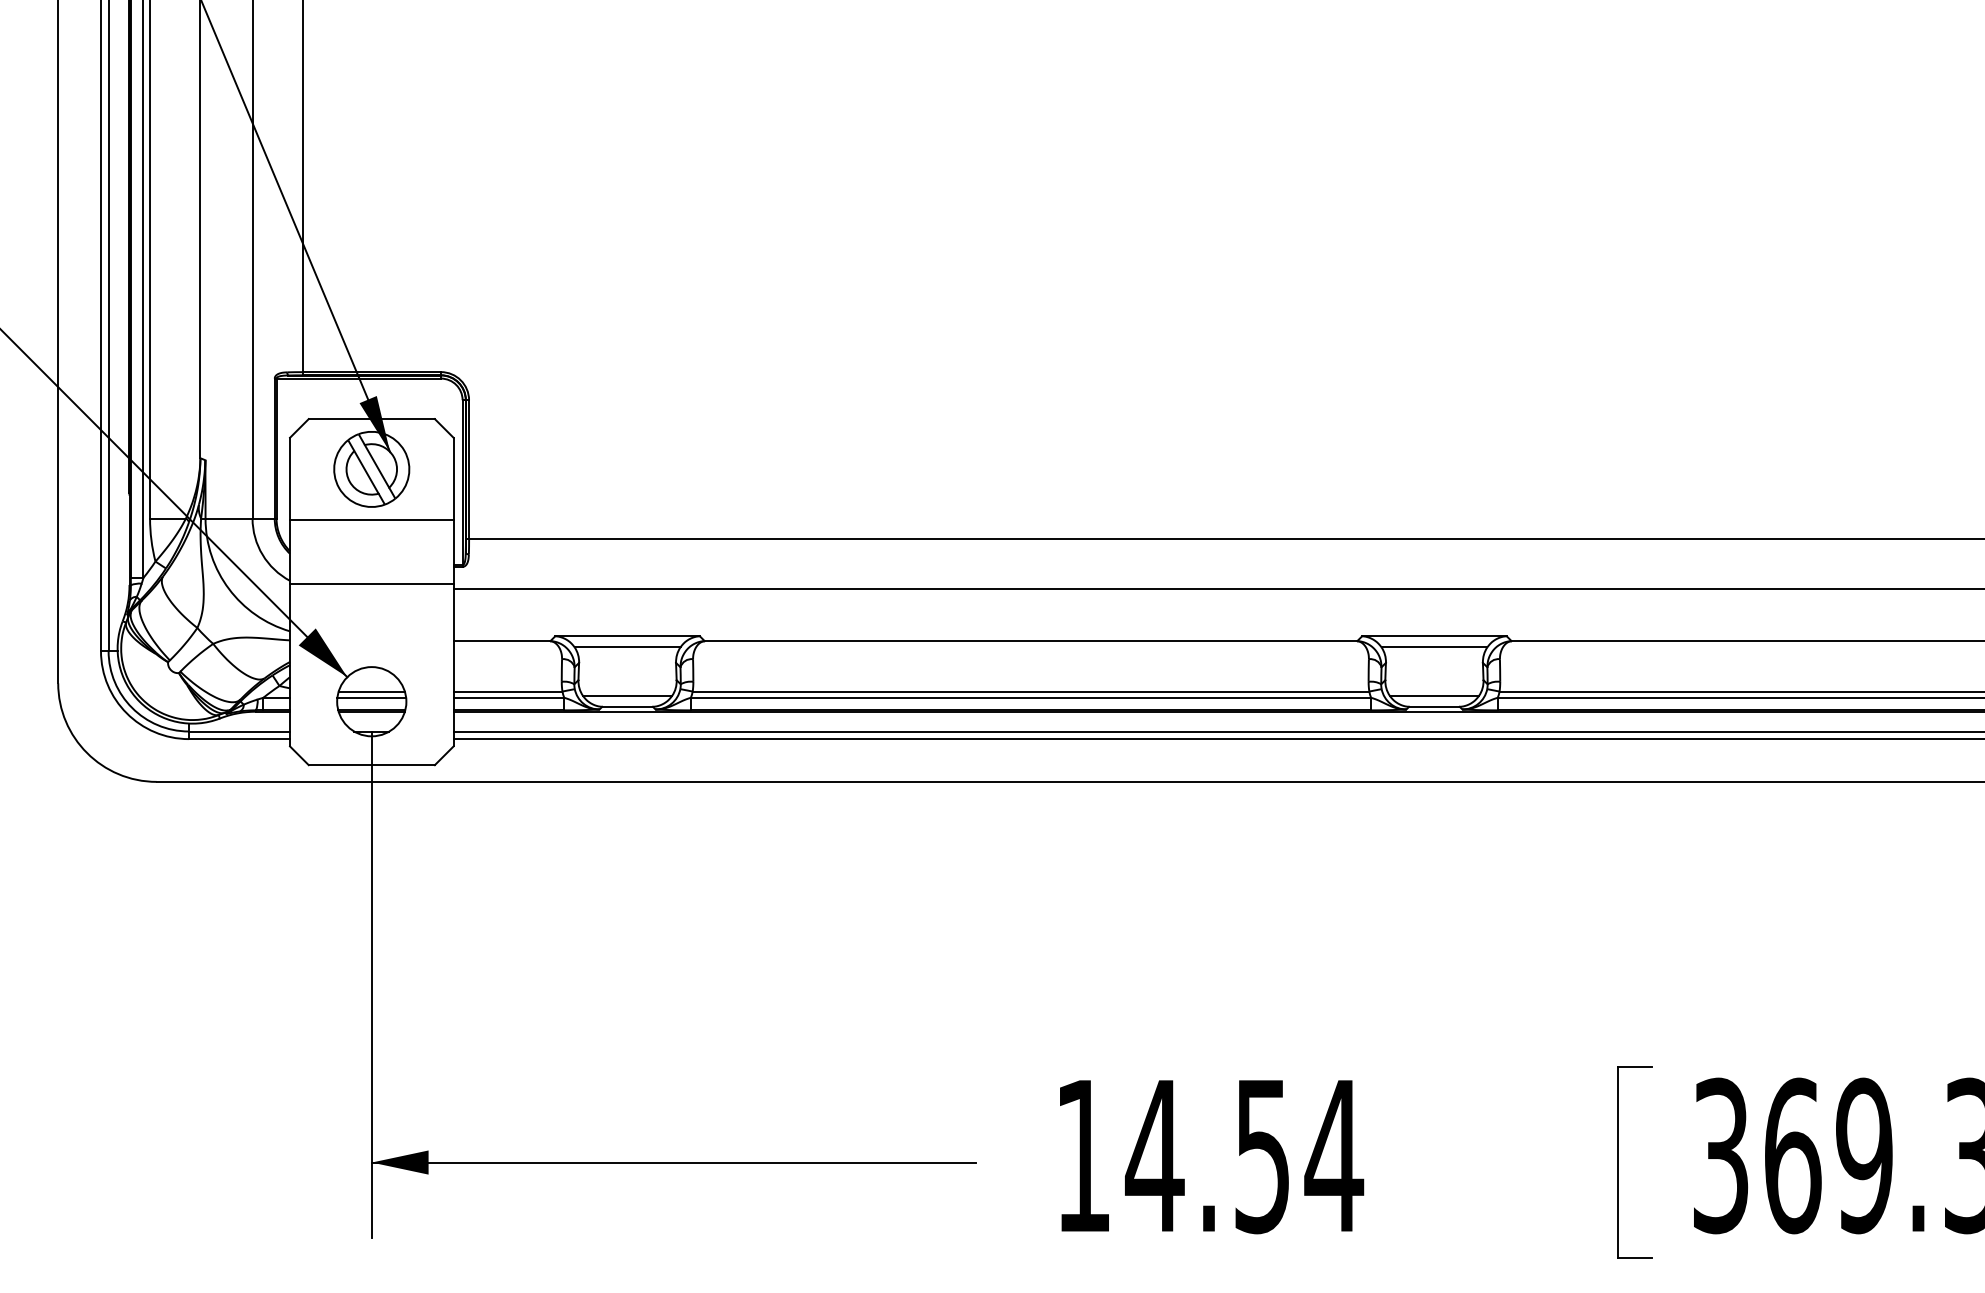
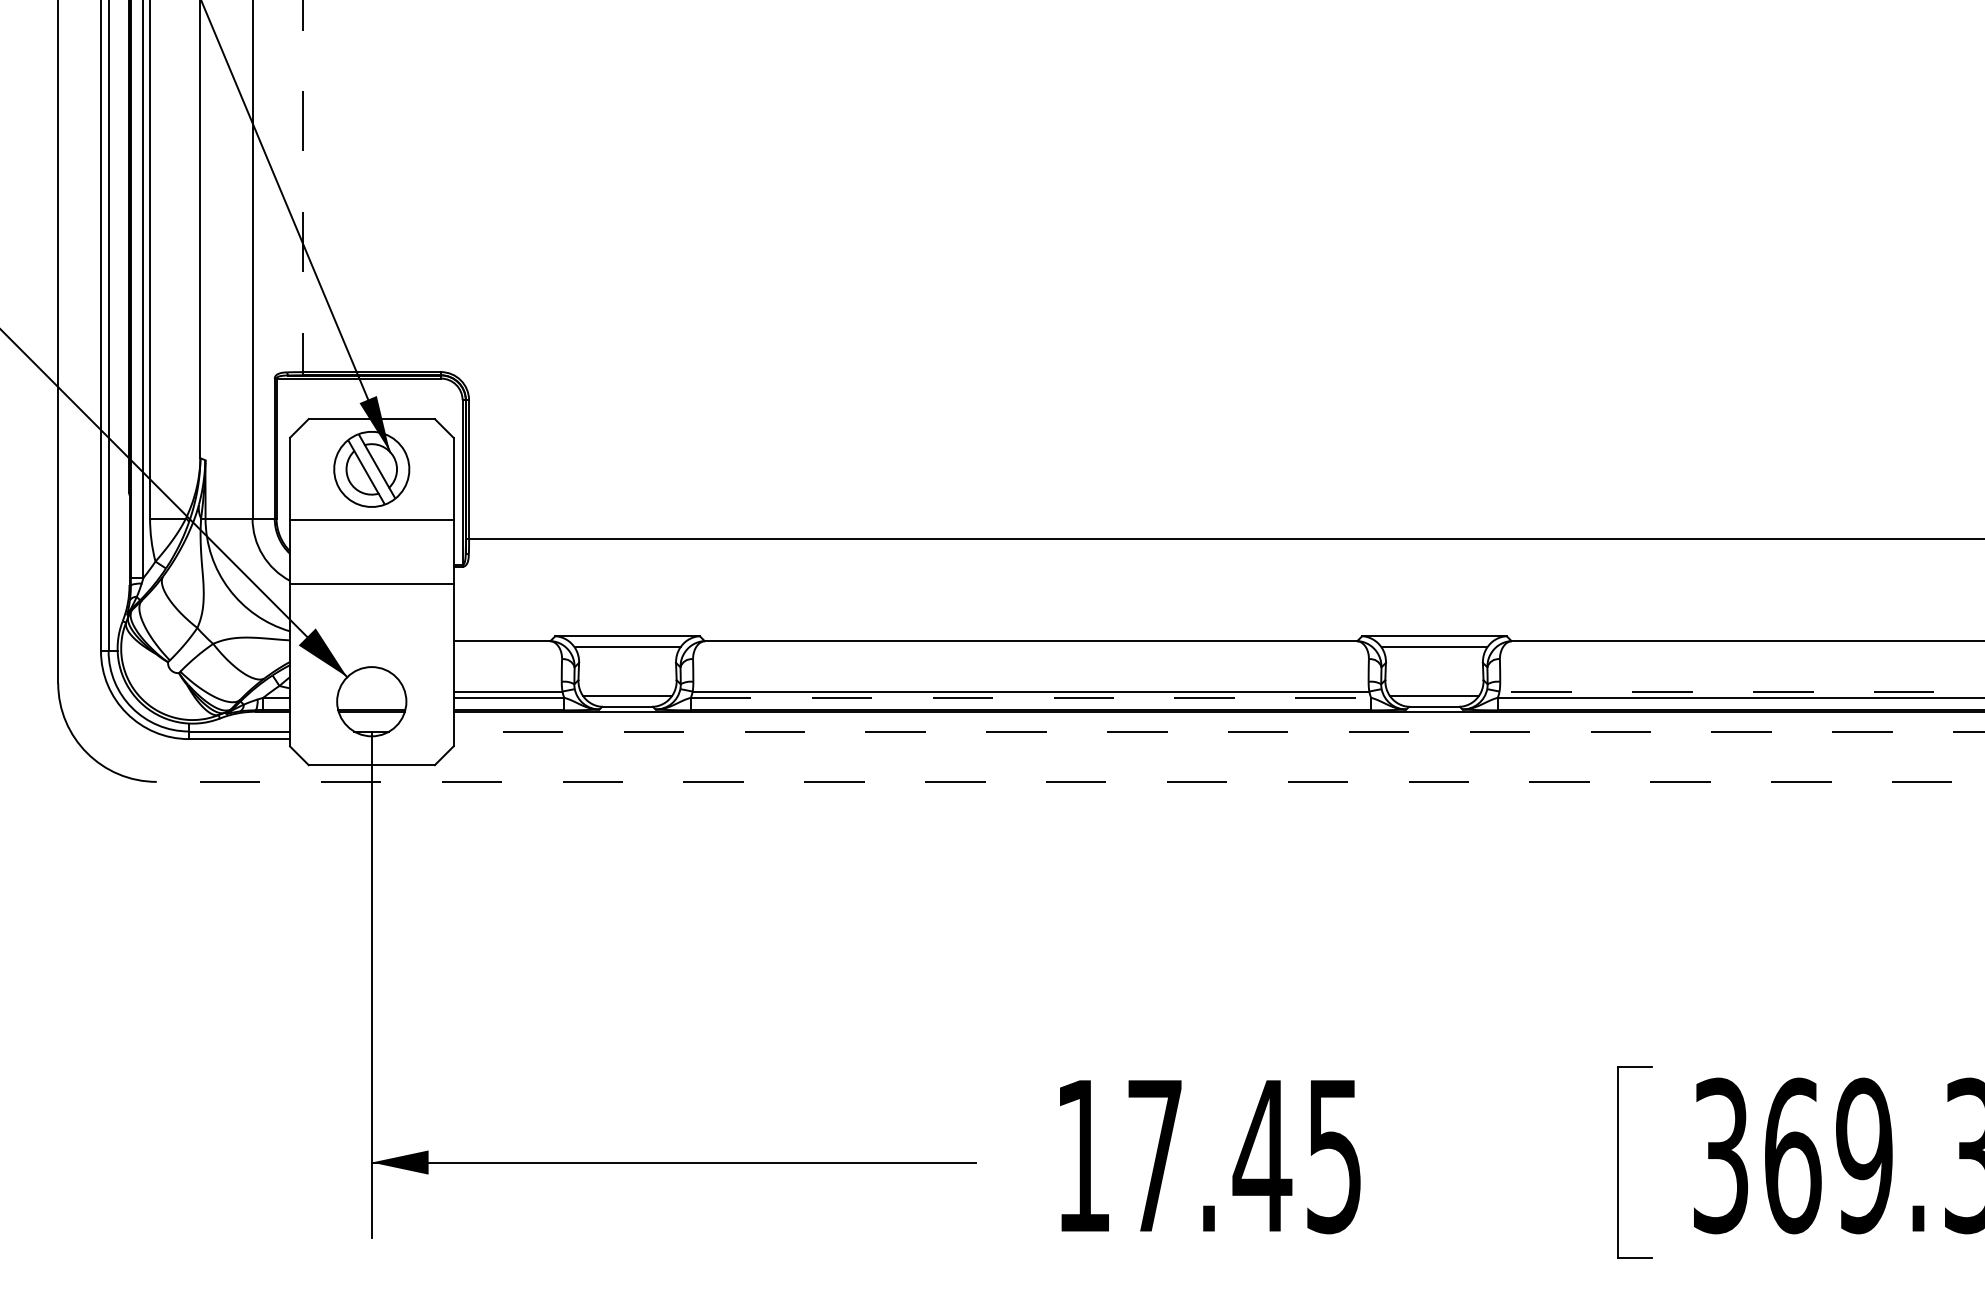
line at (302, 186): solid -> dashed
line at (1217, 589): present -> none
line at (371, 691): present -> none
line at (1741, 691): solid -> dashed
line at (371, 697): present -> none
line at (1031, 697): solid -> dashed
line at (1218, 731): solid -> dashed
line at (1217, 739): present -> none
line at (1070, 781): solid -> dashed
text at (1244, 1157): 14.54 -> 17.45
